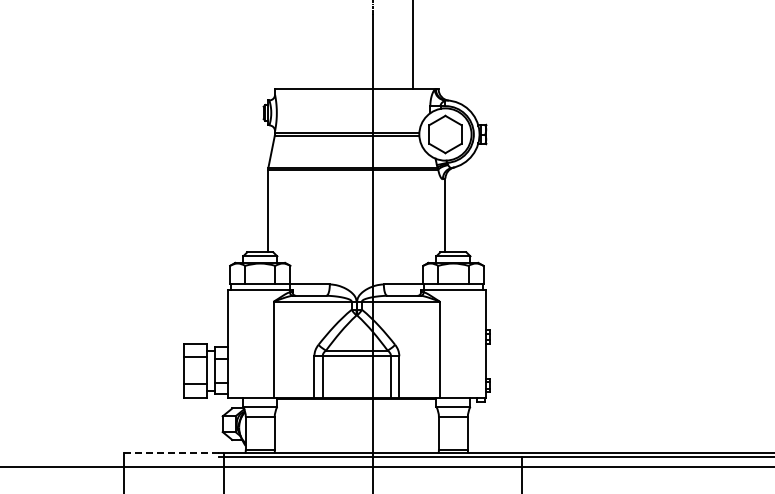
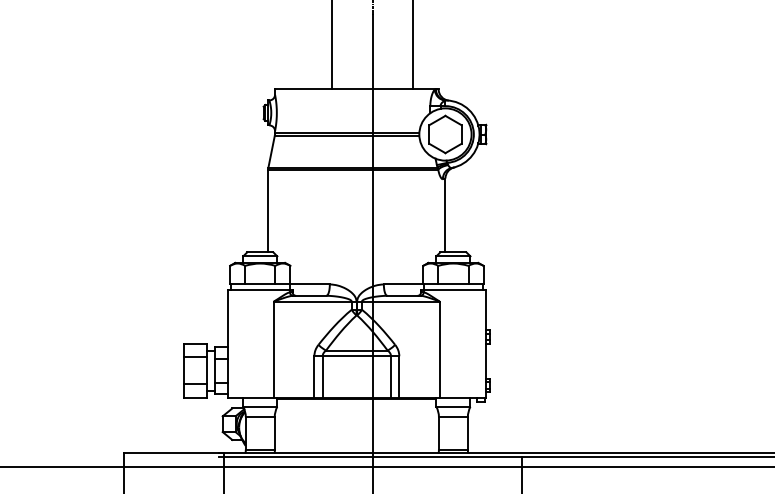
line at (332, 45): none -> present
line at (174, 453): dashed -> solid
